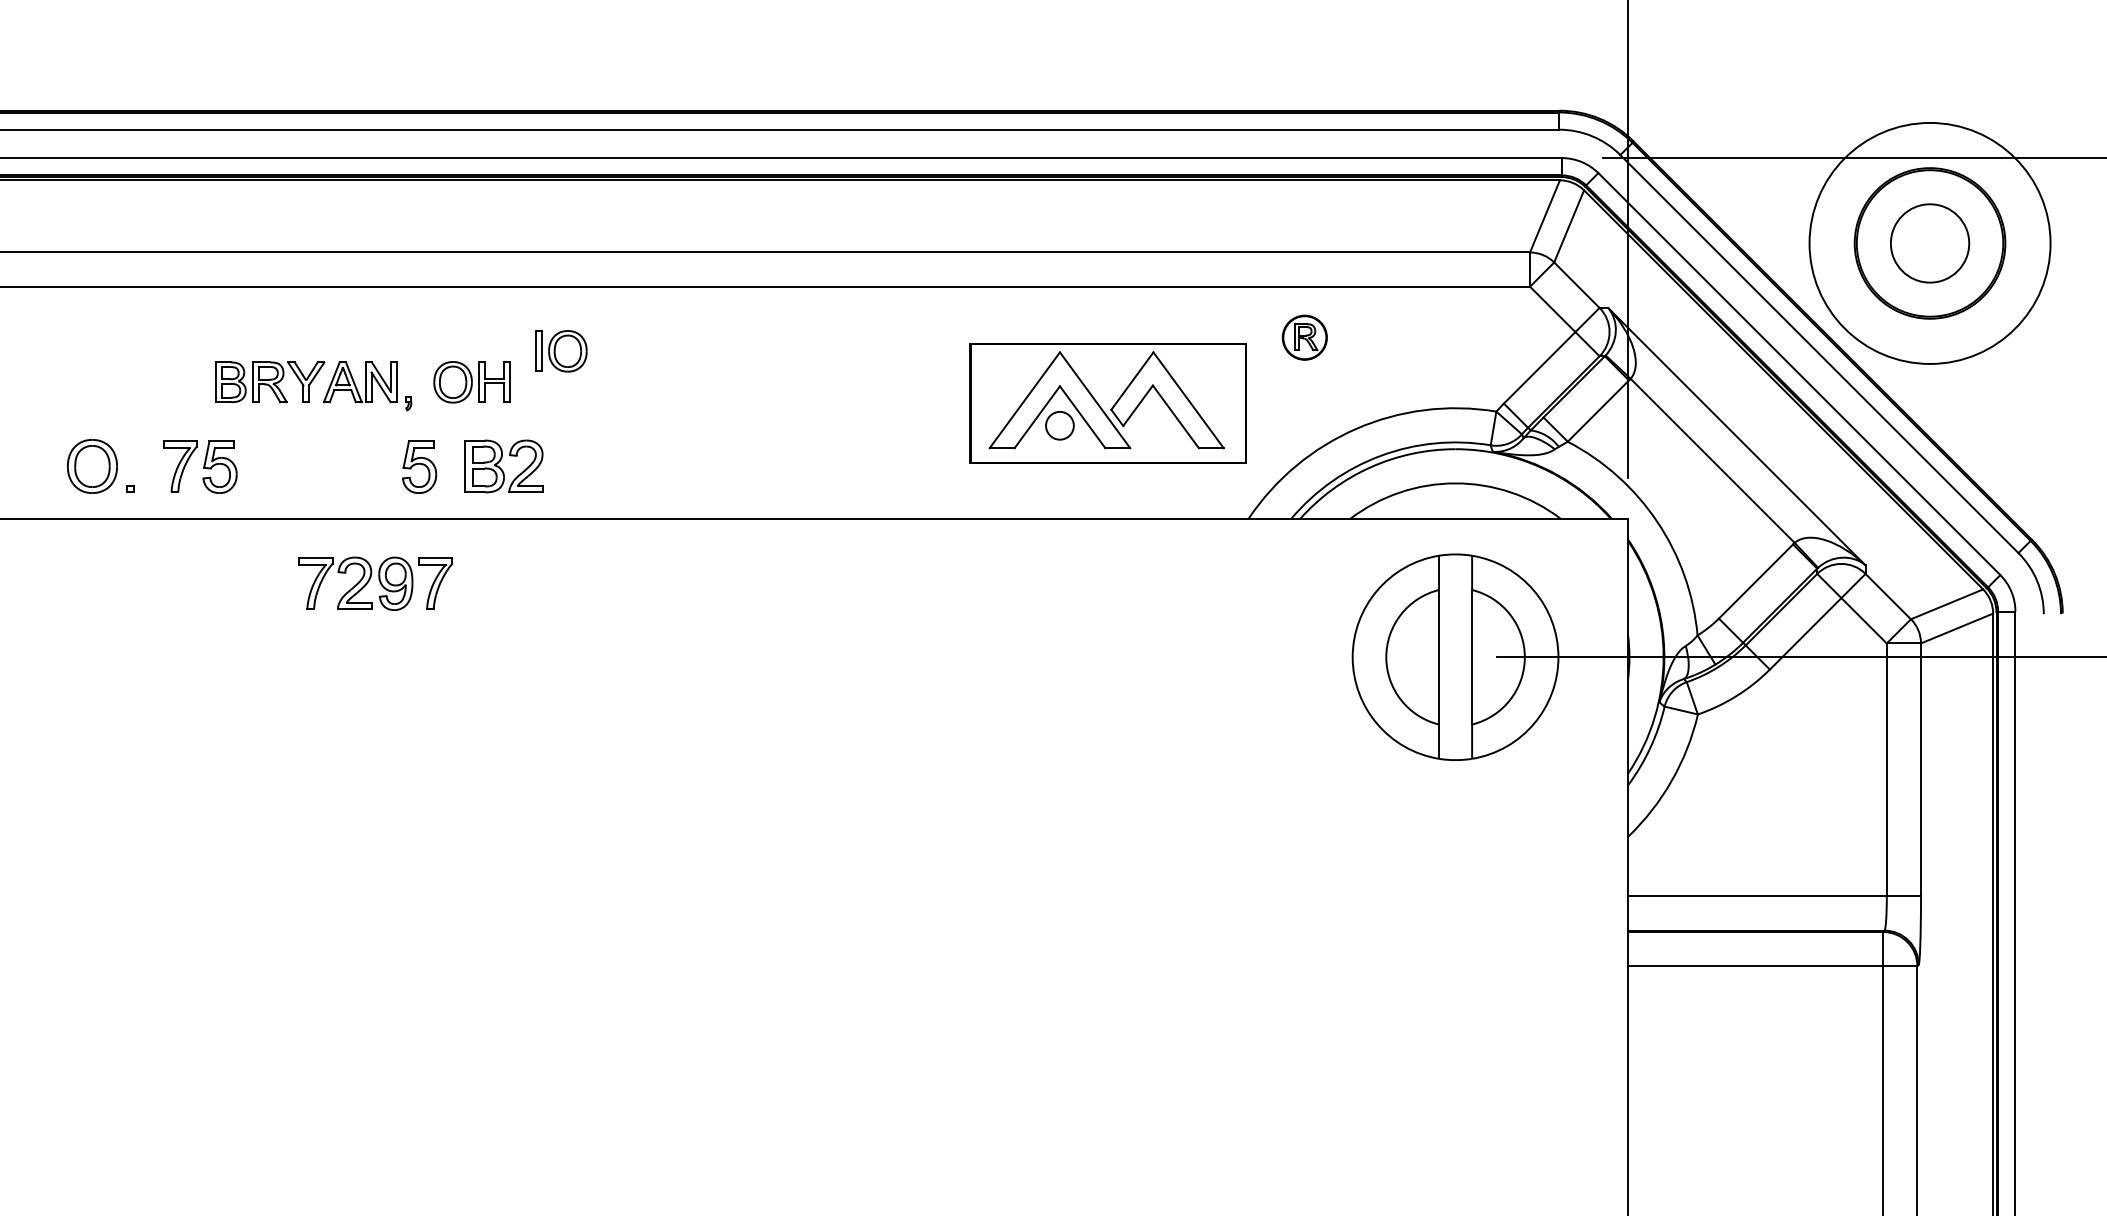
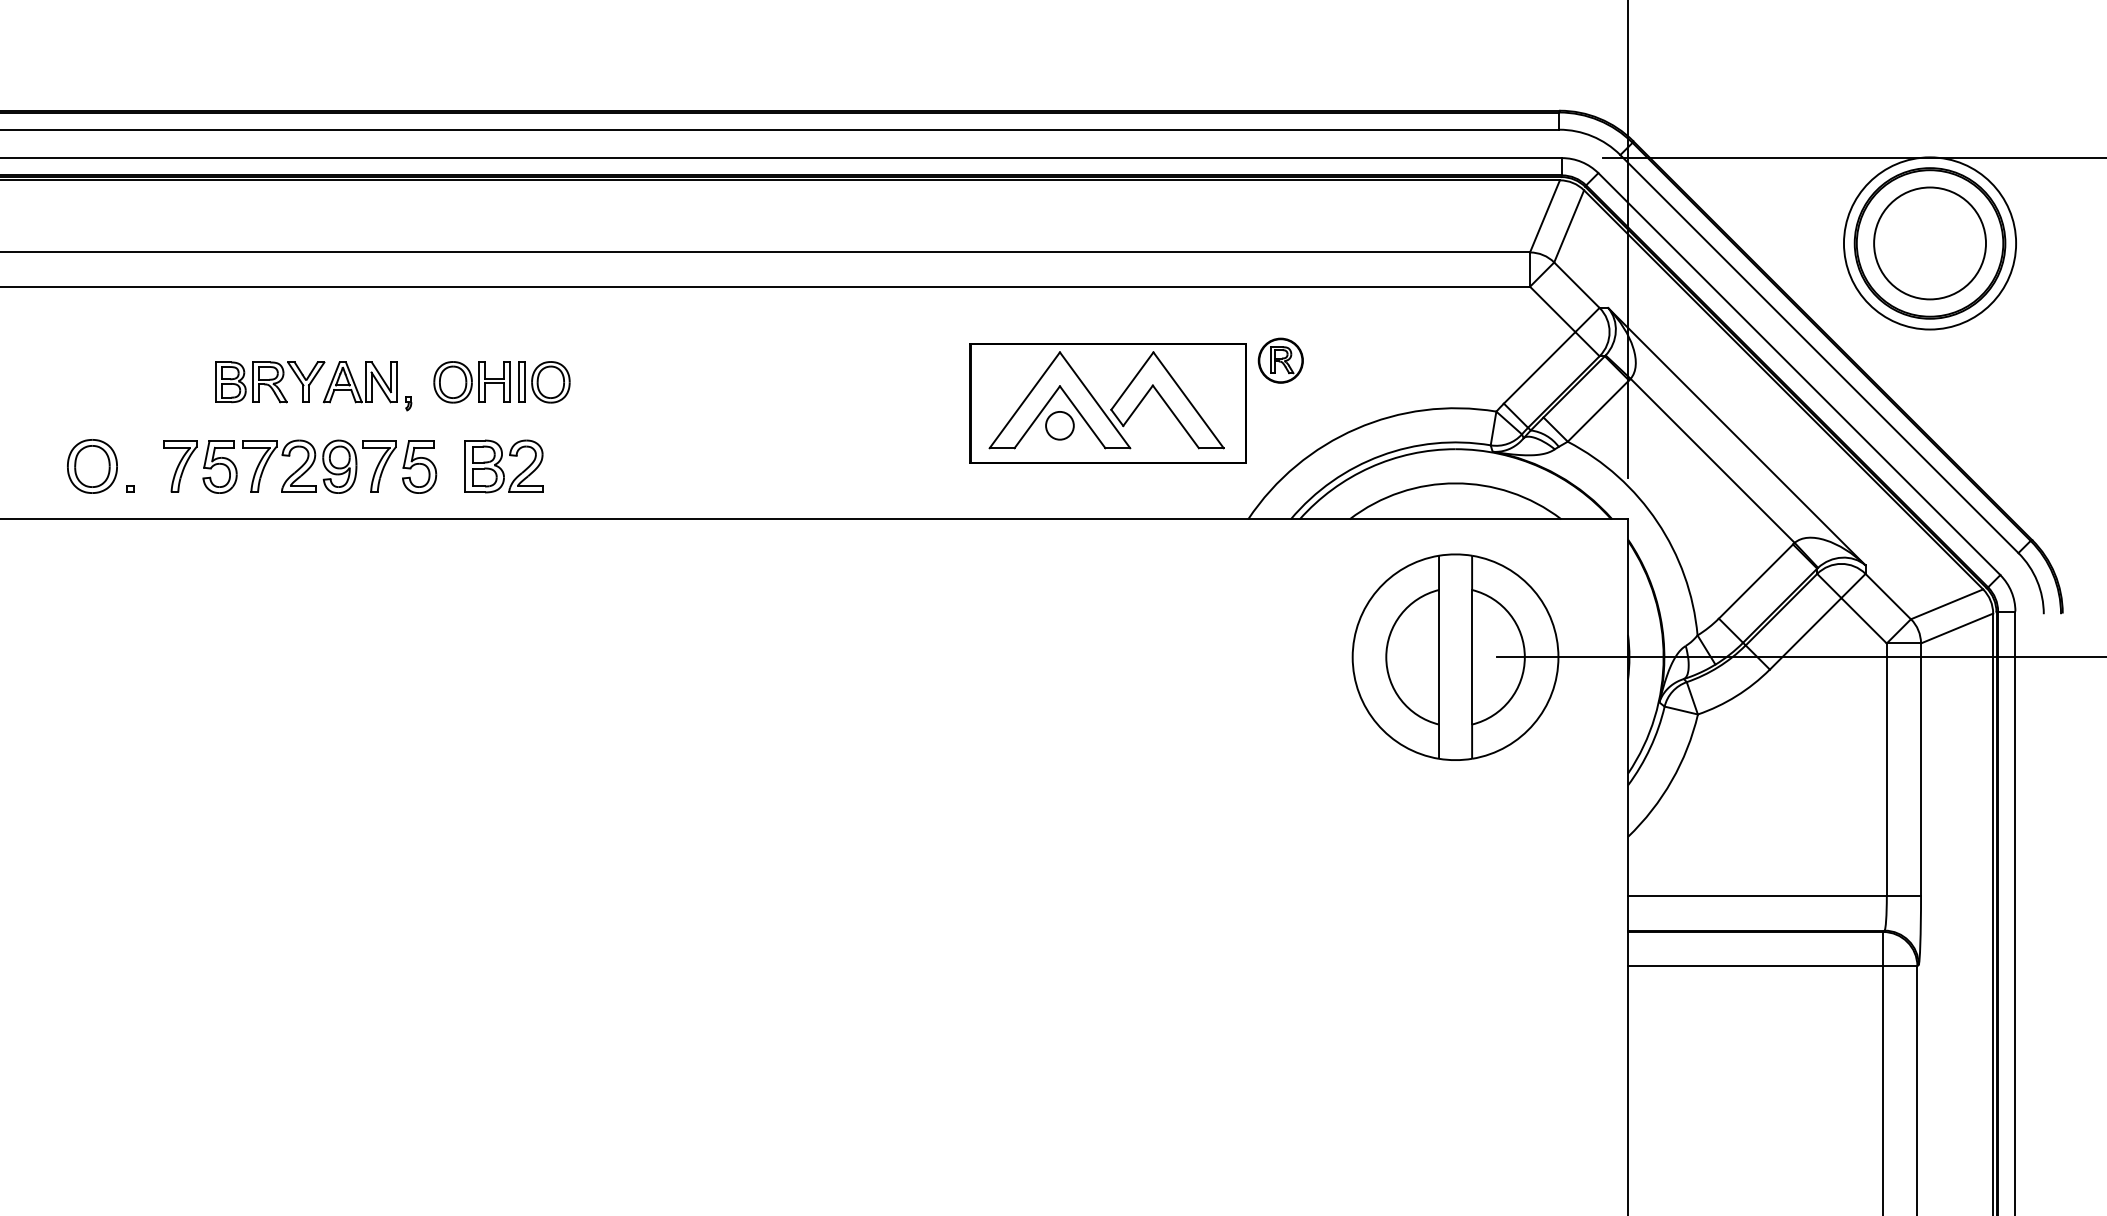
circle at (1929, 242) diameter: 241 px -> 172 px
circle at (1929, 243) diameter: 78 px -> 112 px
part at (1304, 337) position: (1304, 337) -> (1280, 360)
part at (561, 351) position: (561, 351) -> (544, 382)
part at (375, 583) position: (375, 583) -> (319, 466)
